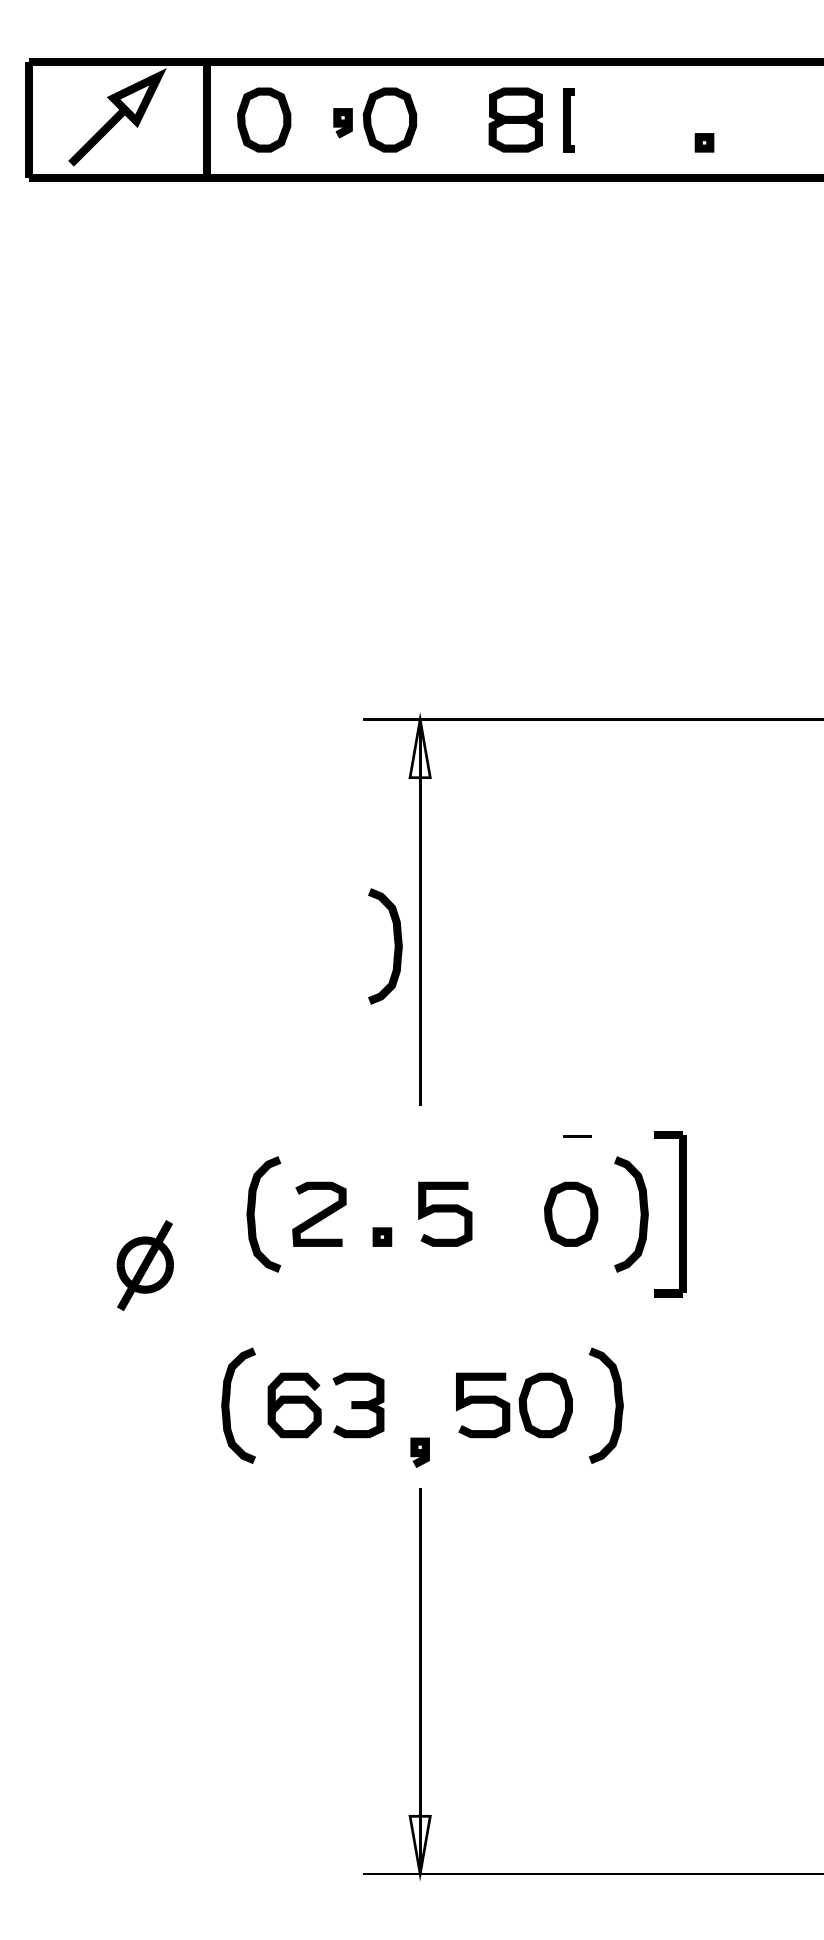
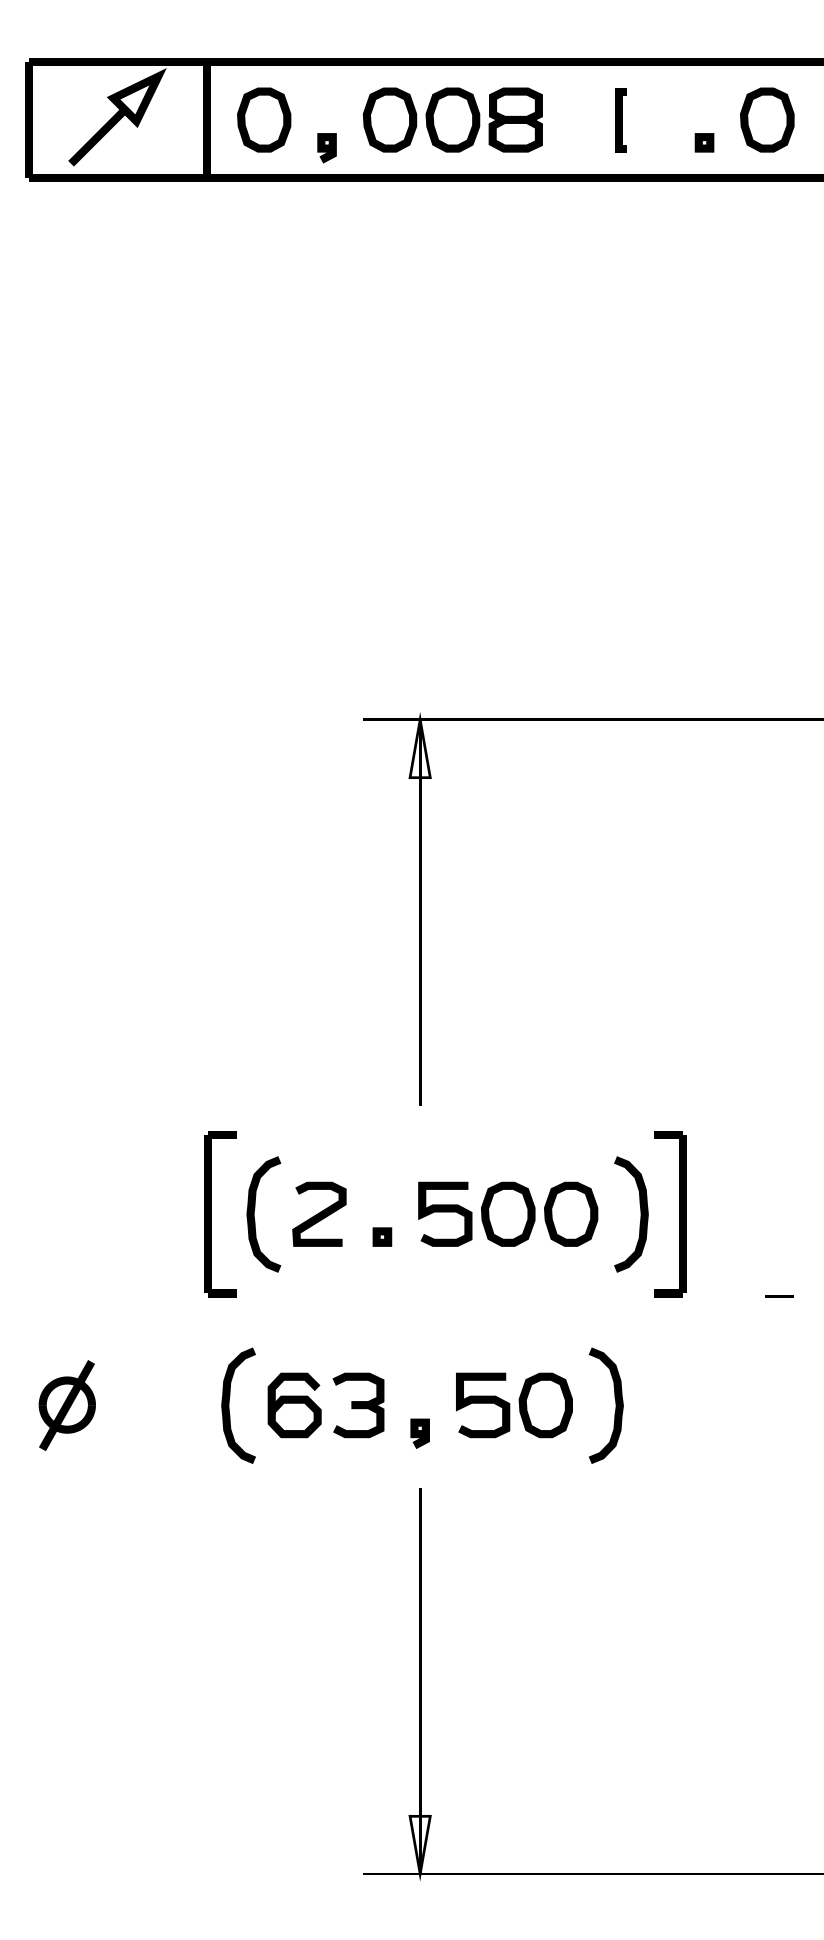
part at (452, 119): none -> present
part at (767, 119): none -> present
line at (568, 120) position: (568, 120) -> (620, 120)
curve at (342, 123) position: (342, 123) -> (326, 148)
curve at (394, 946): present -> none
line at (577, 1136) position: (577, 1136) -> (779, 1296)
part at (508, 1213): none -> present
part at (211, 1214): none -> present
part at (144, 1265) position: (144, 1265) -> (66, 1405)
curve at (419, 1452) position: (419, 1452) -> (419, 1433)
